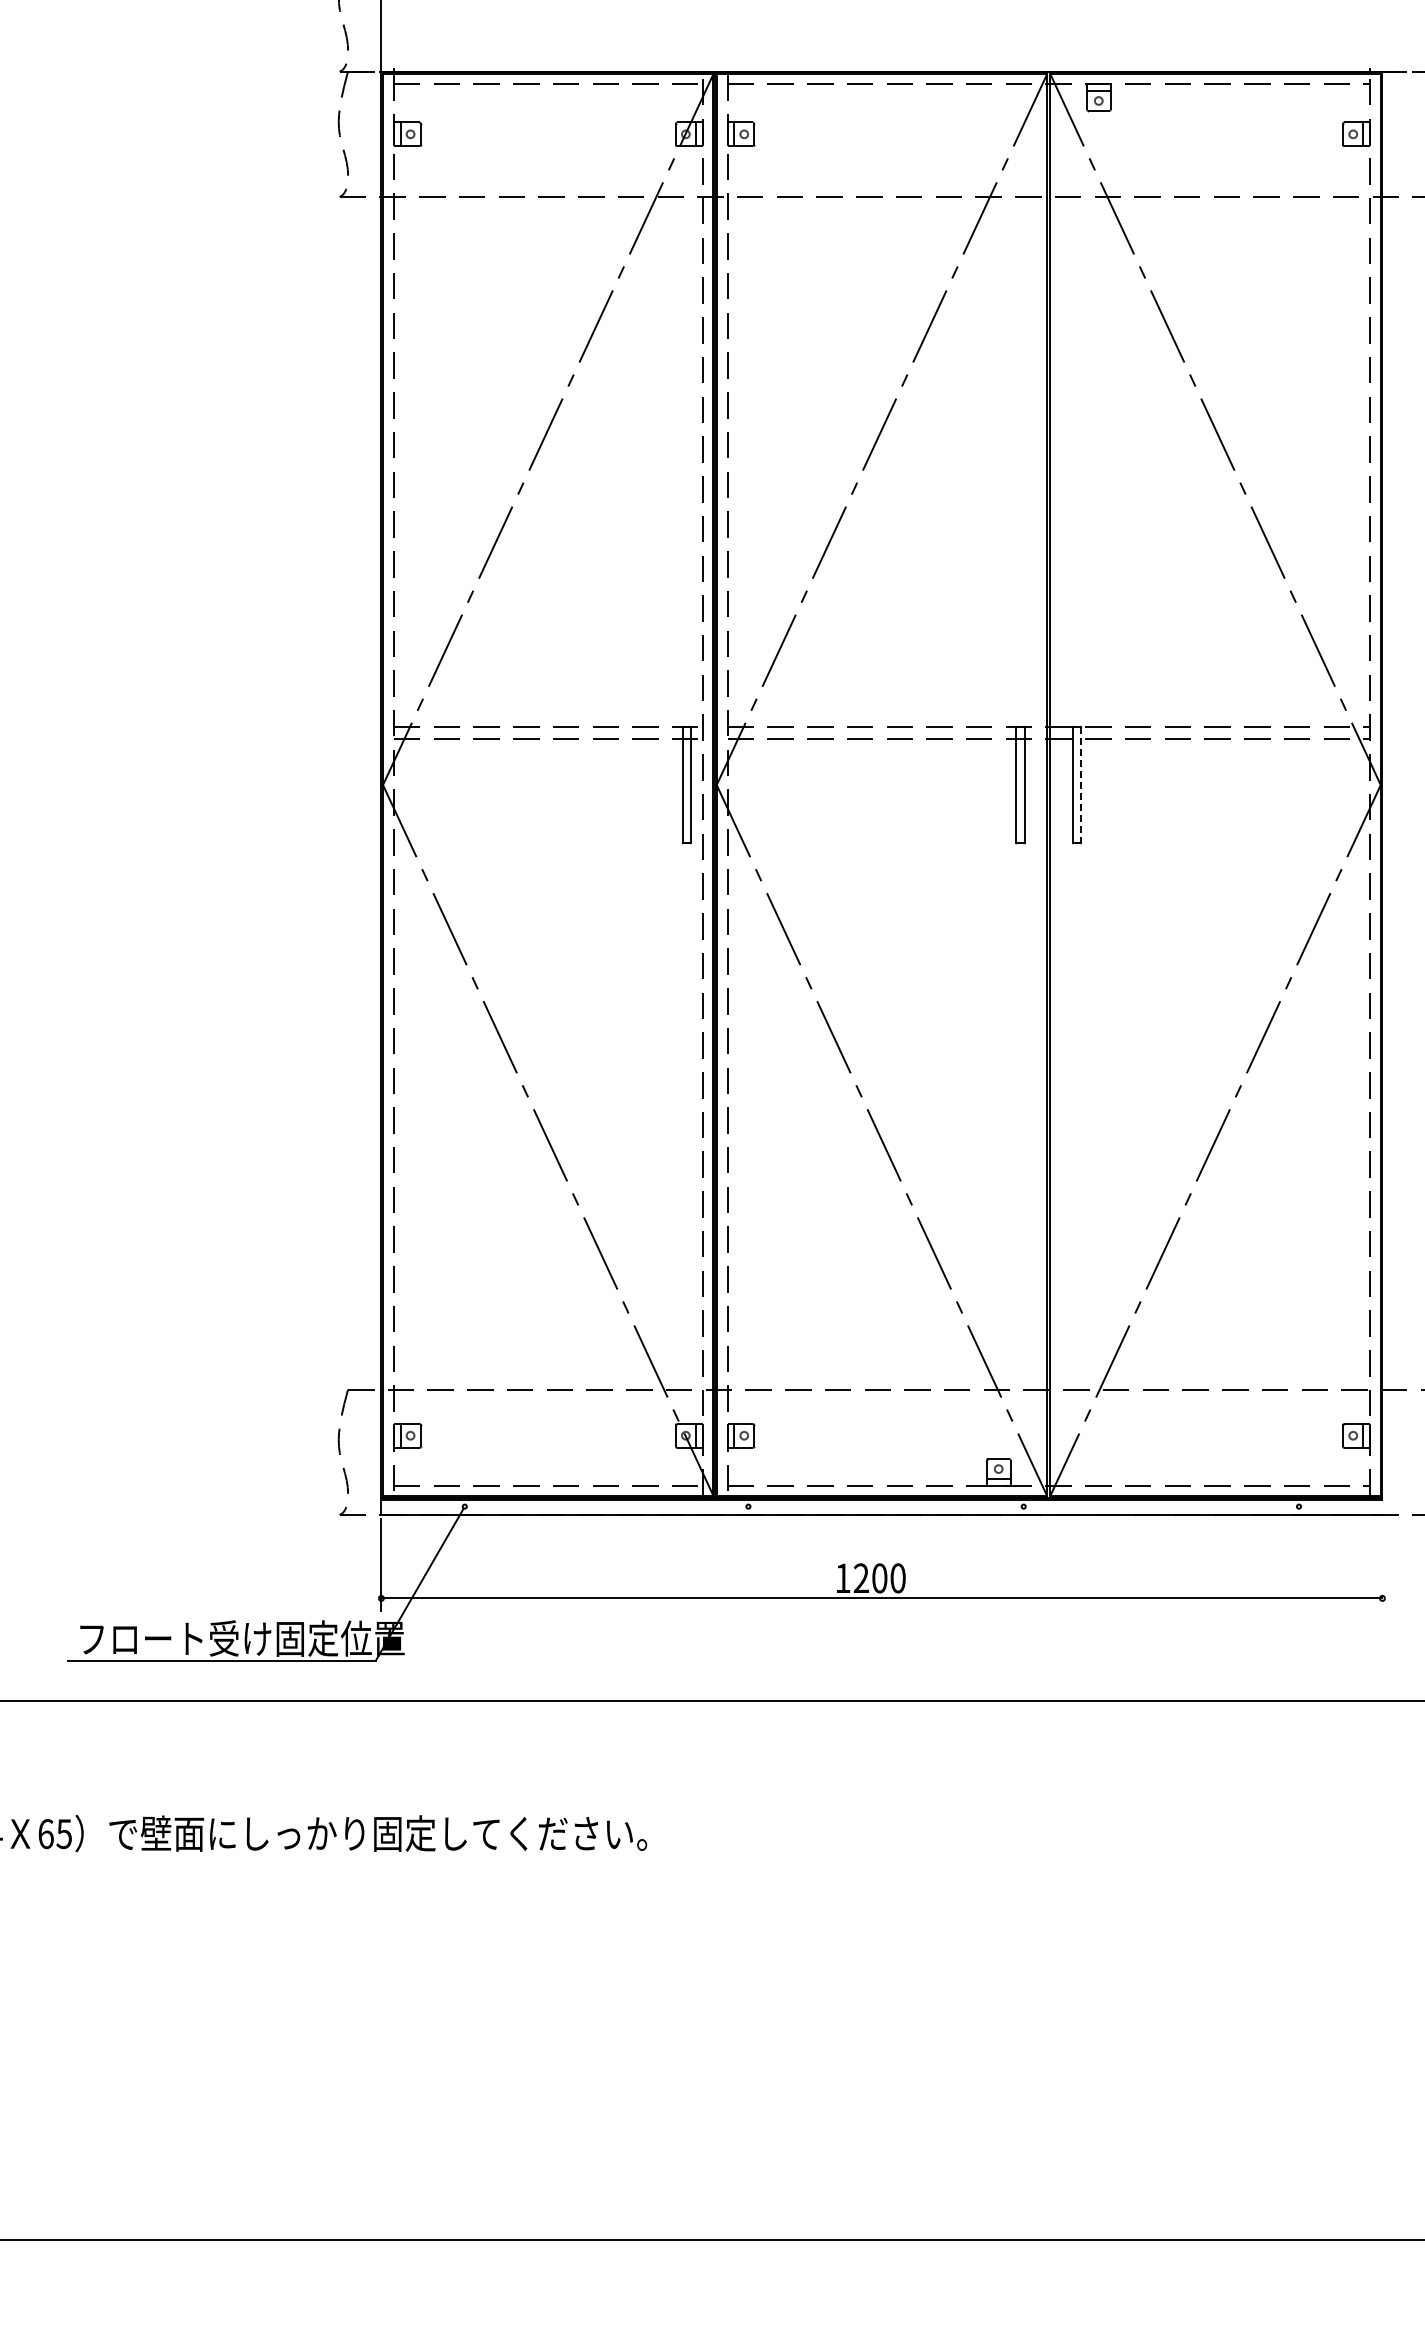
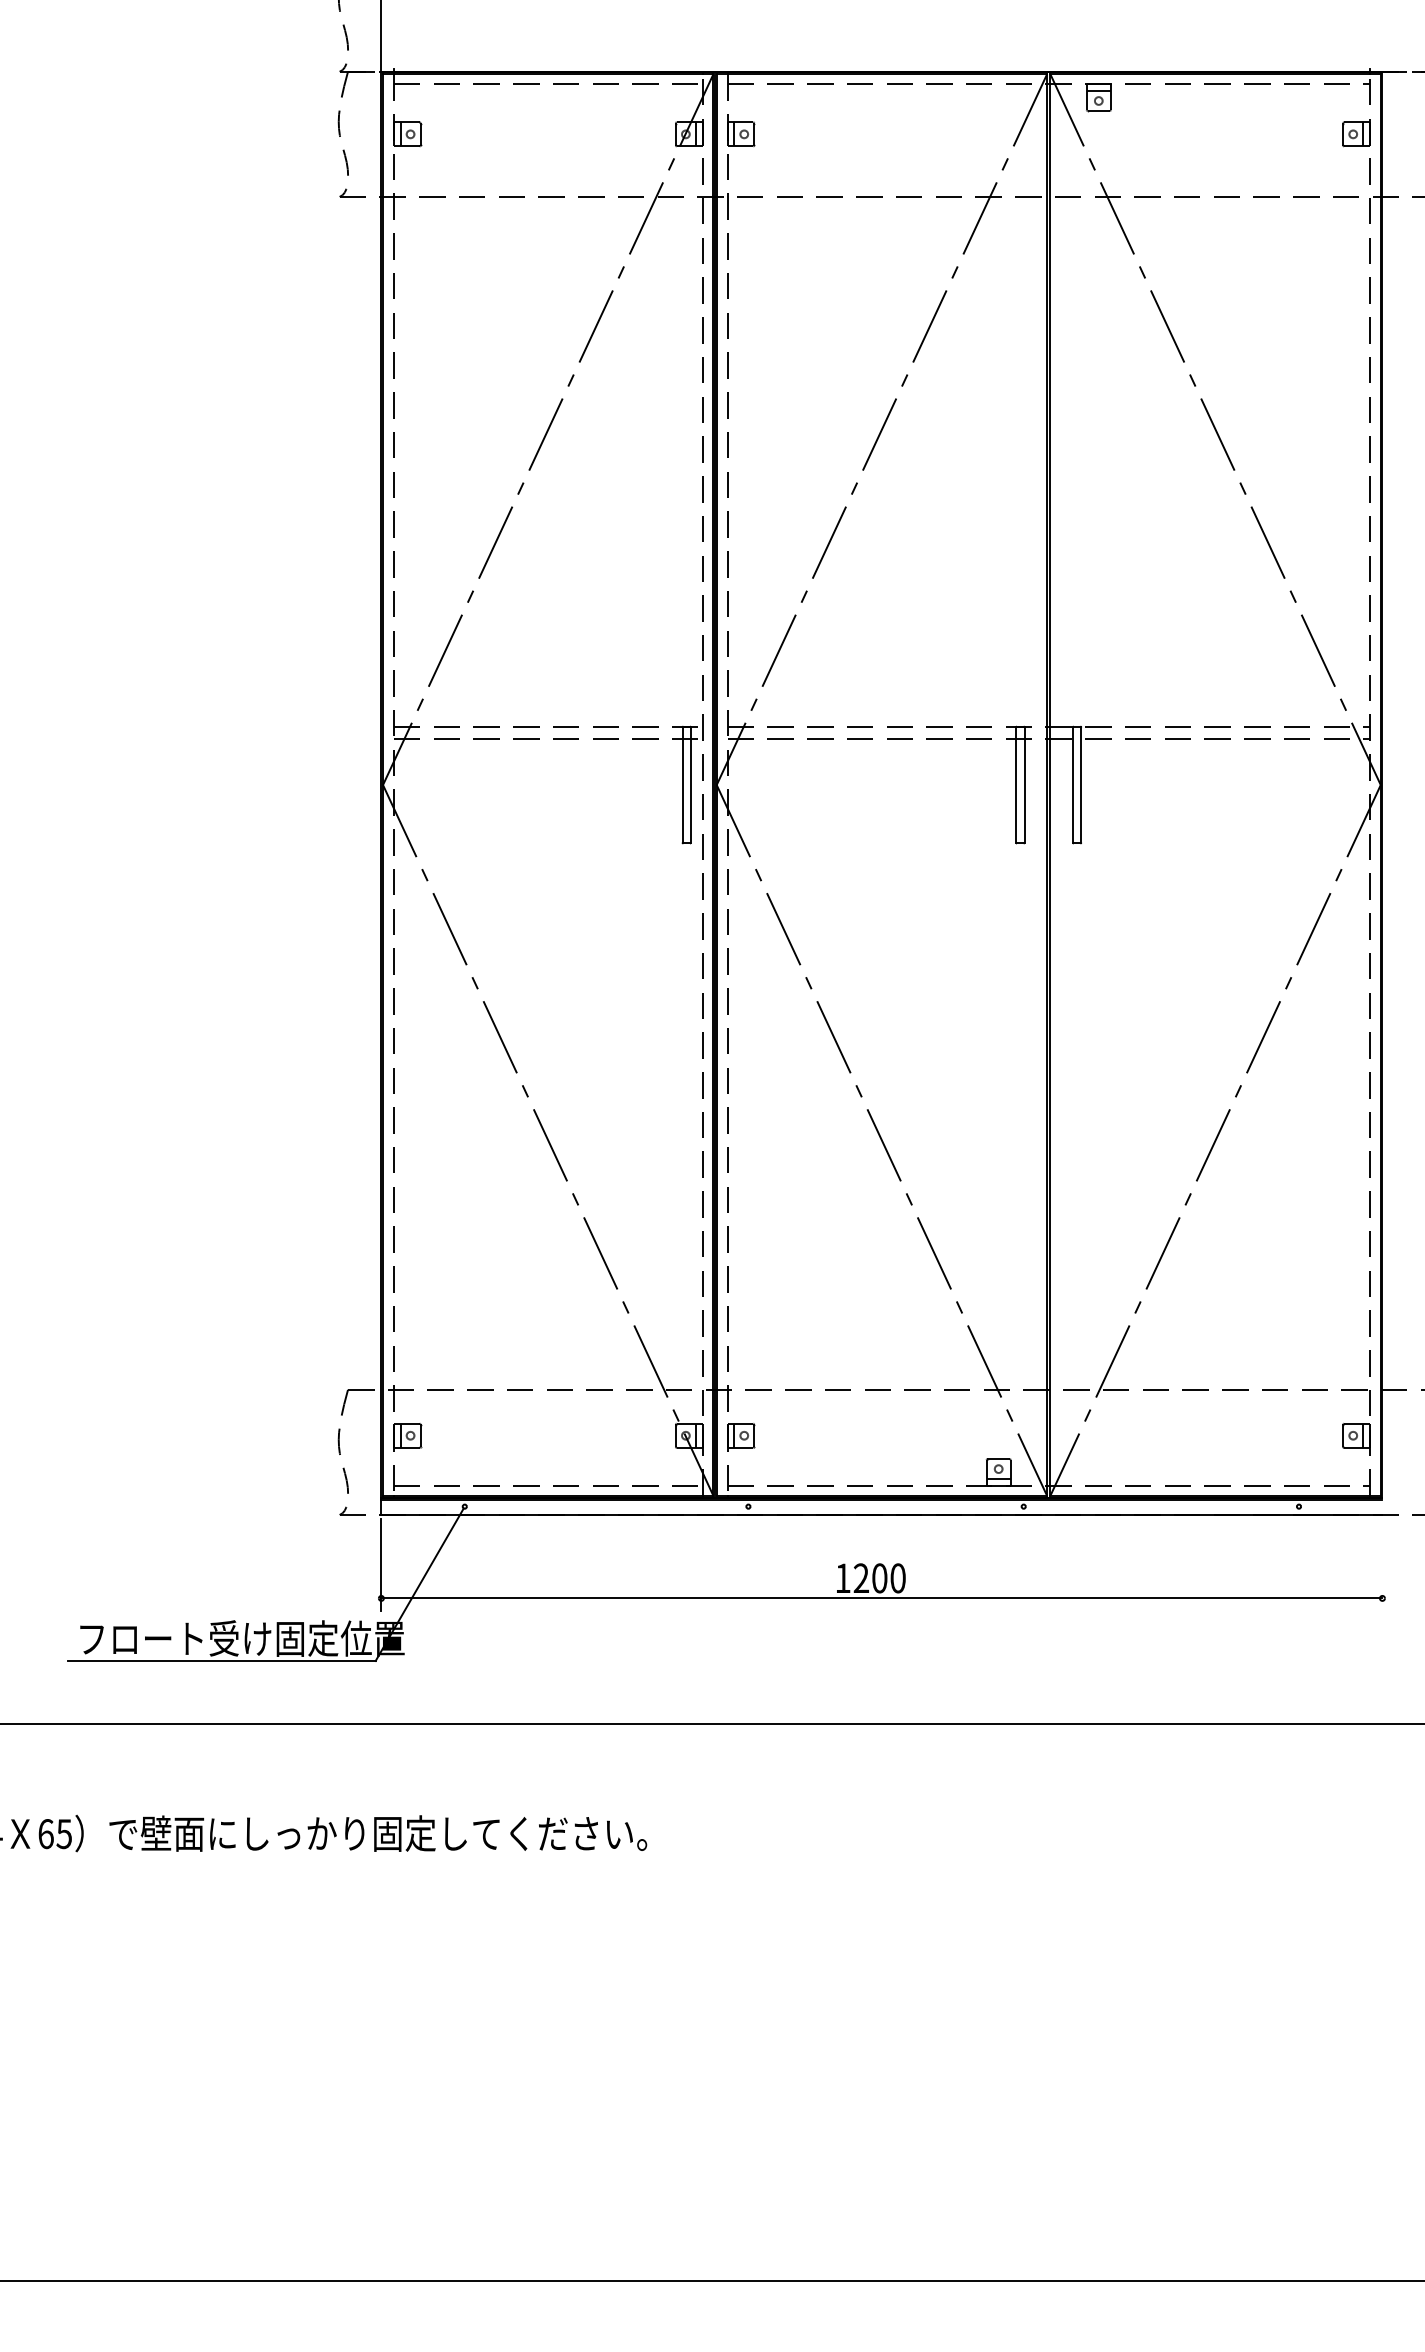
line at (1081, 785): dashed -> solid
line at (711, 1700) position: (711, 1700) -> (711, 1723)
line at (711, 2240) position: (711, 2240) -> (711, 2281)
